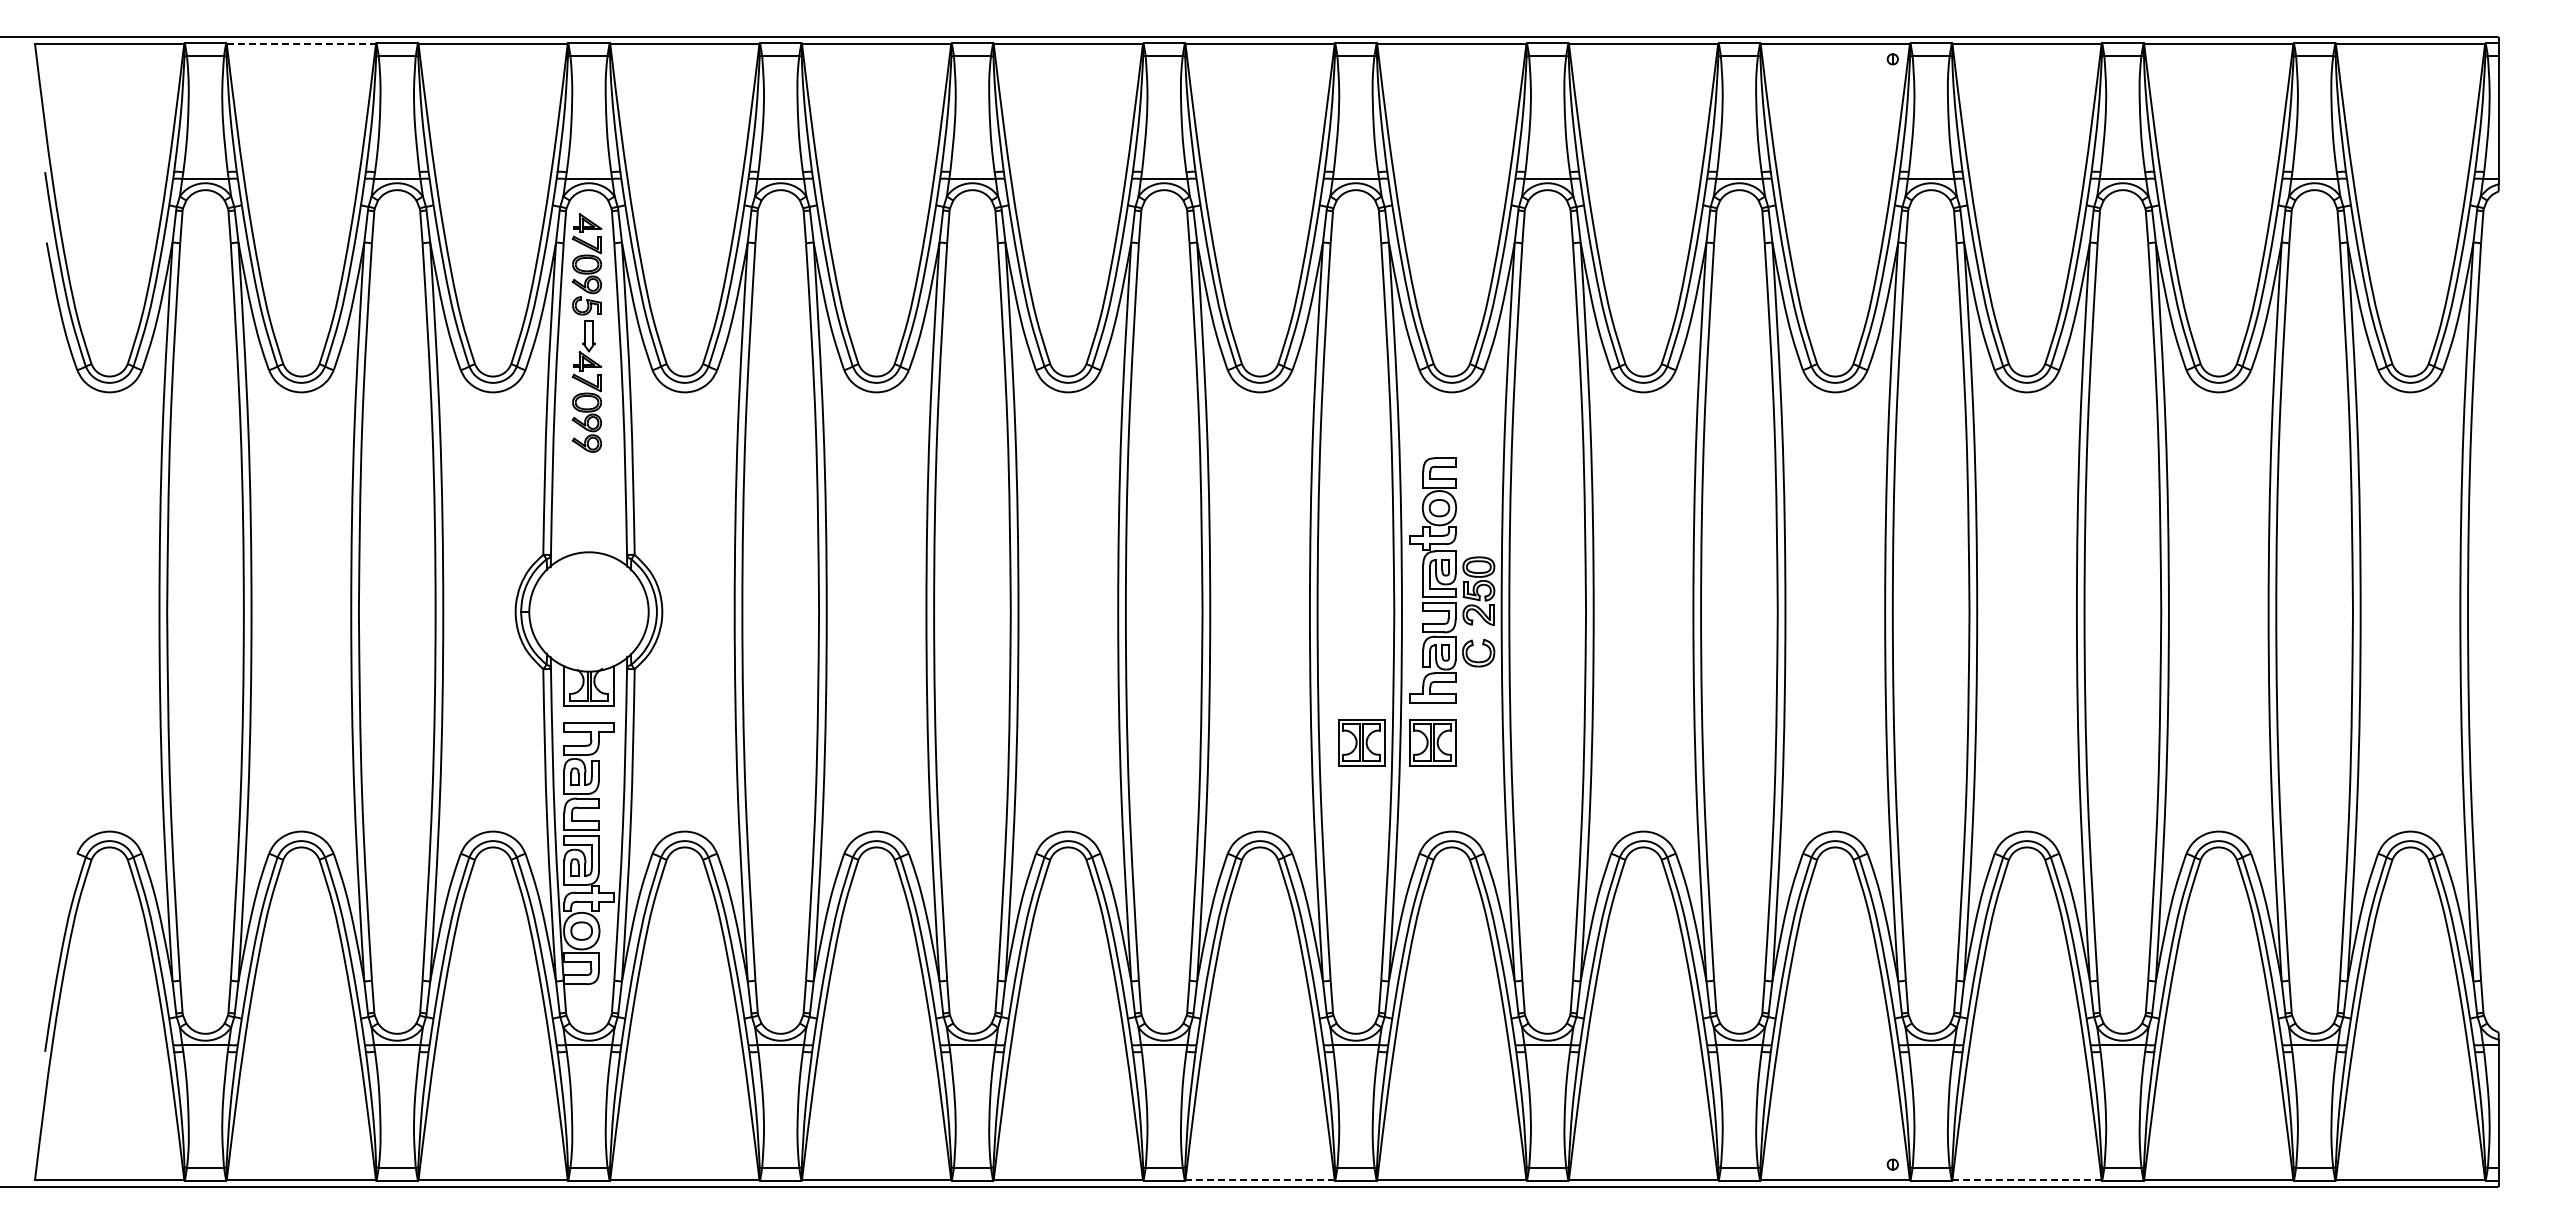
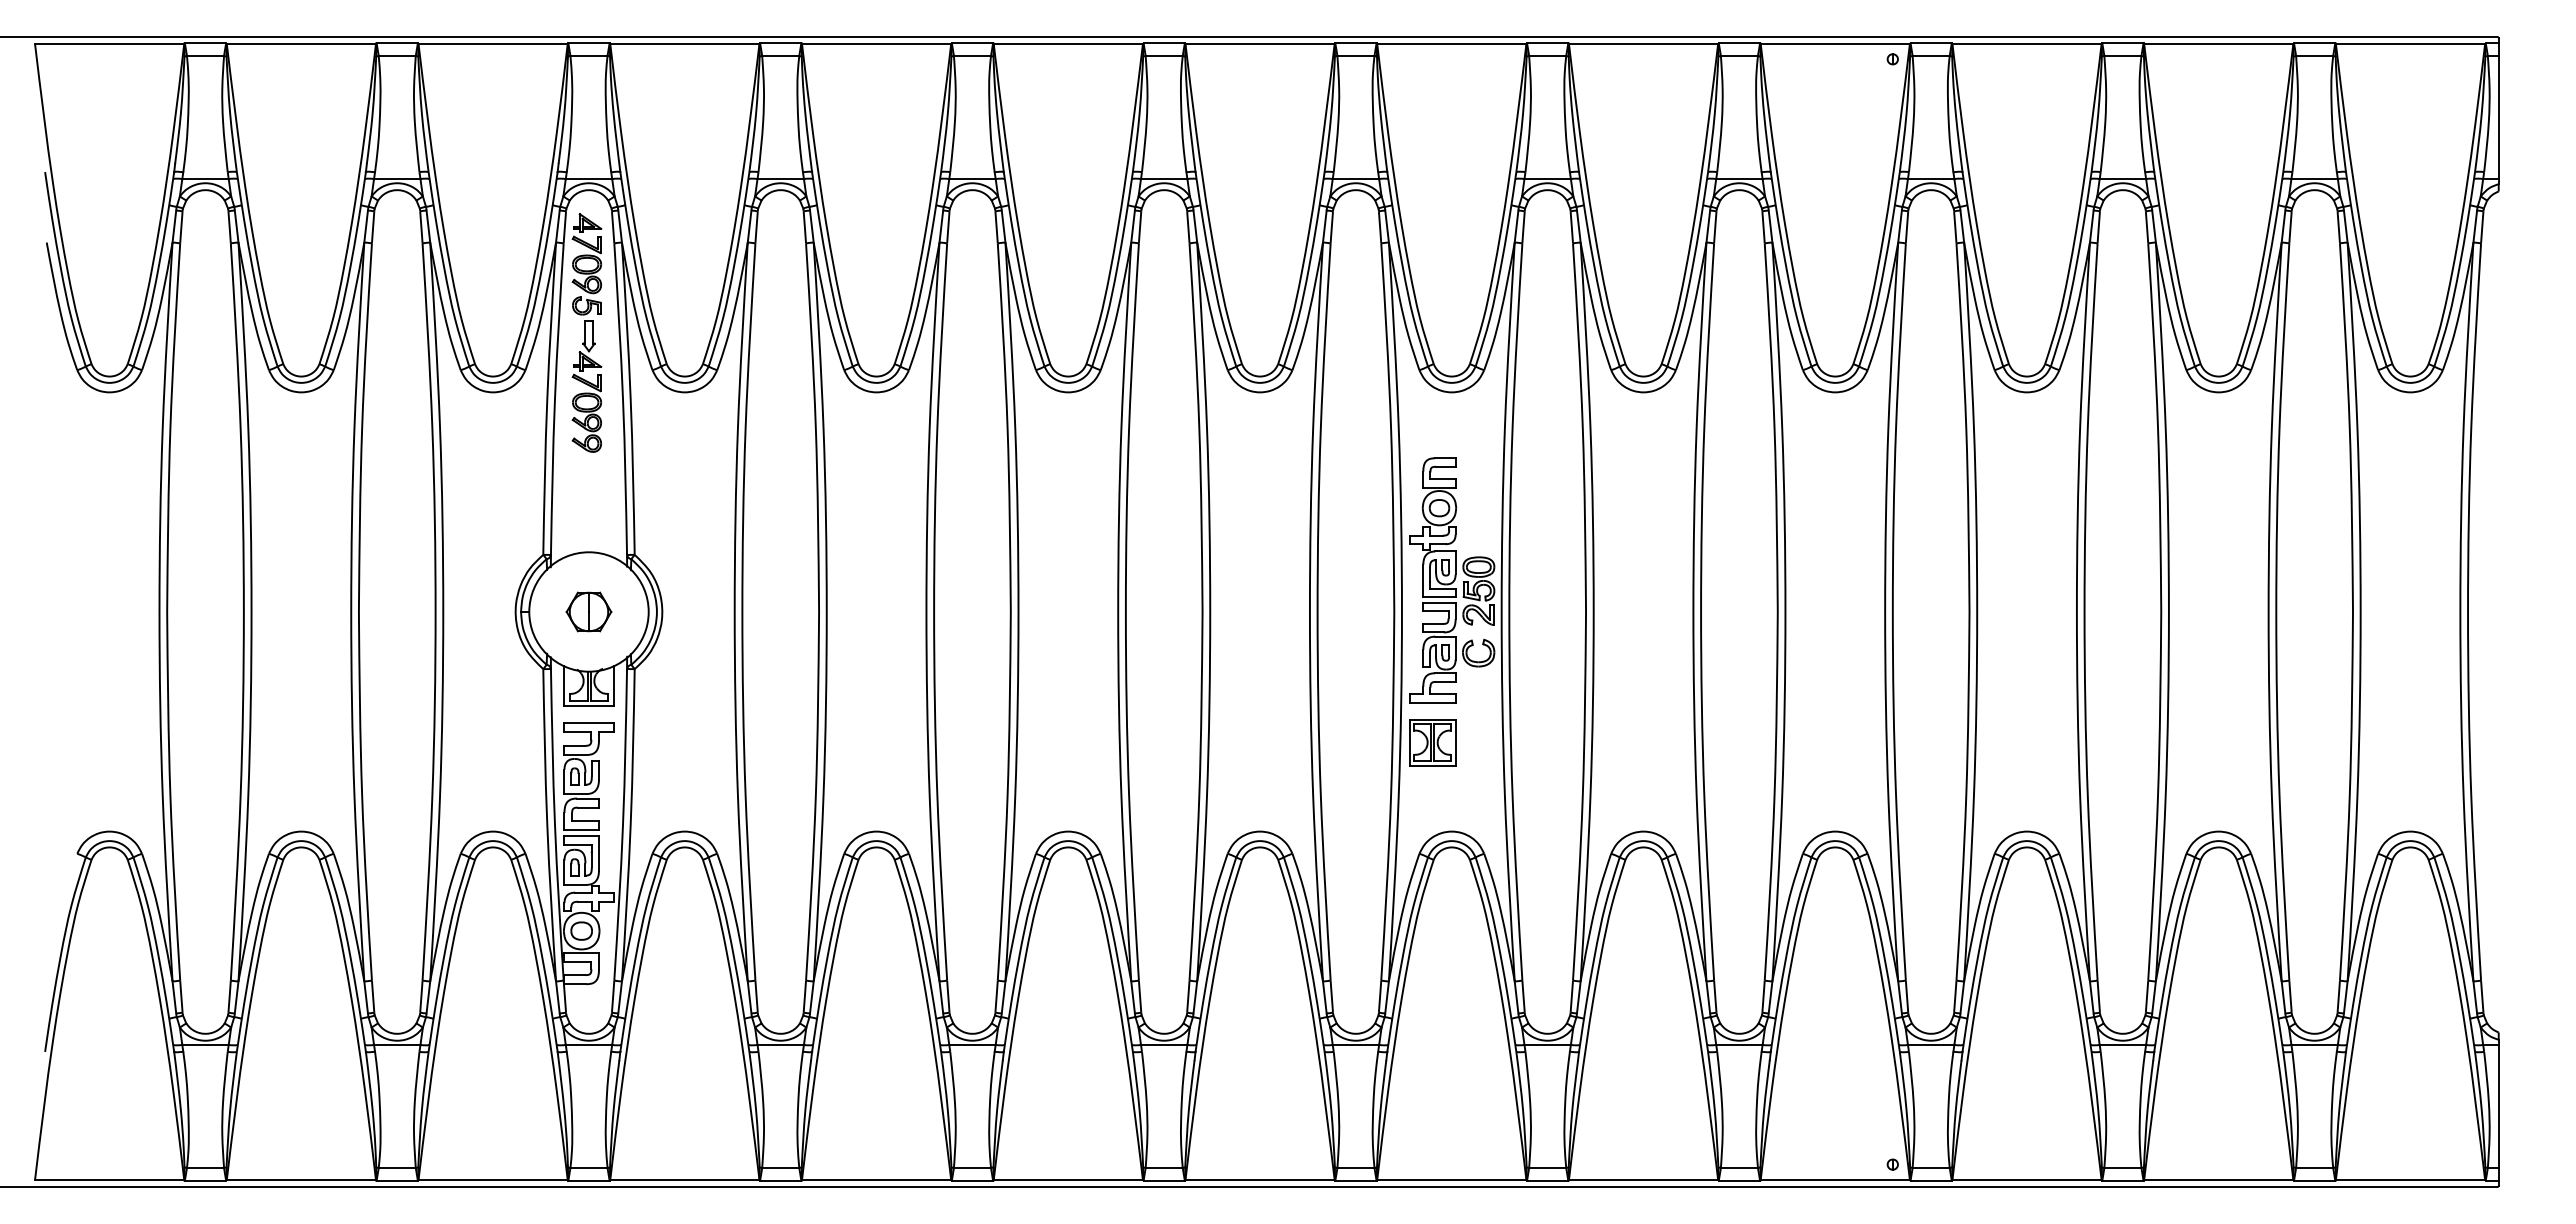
line at (301, 43): dashed -> solid
part at (588, 611): none -> present
part at (1361, 742): present -> none
line at (1260, 1180): dashed -> solid
line at (2027, 1180): dashed -> solid
